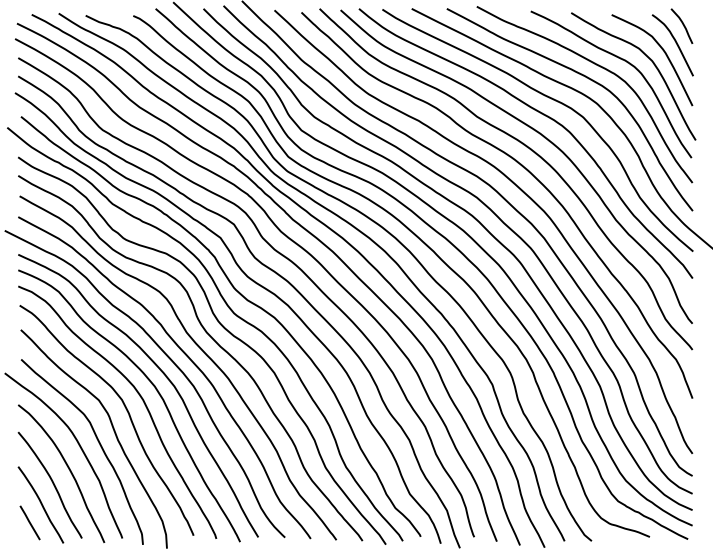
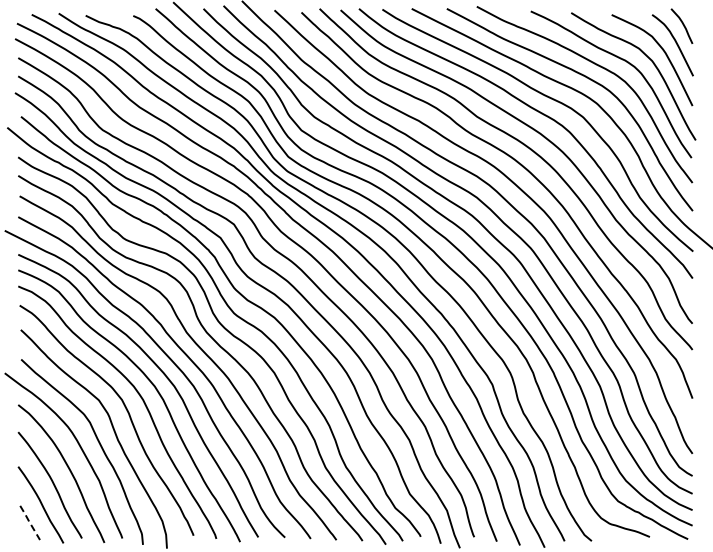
line at (29, 522): solid -> dashed
